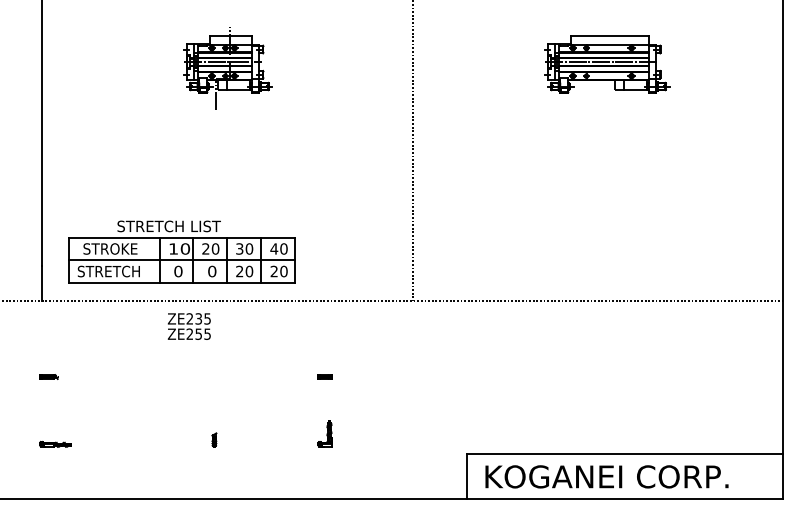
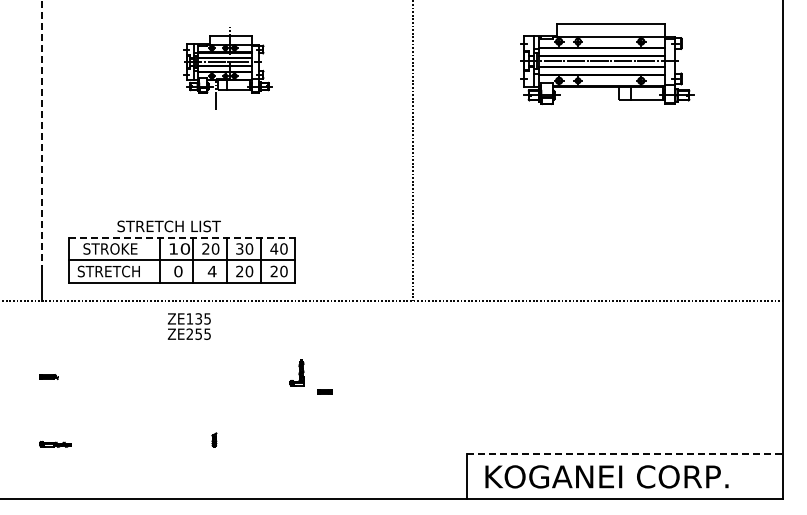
part at (607, 64) size: 127x59 px -> 175x82 px
line at (42, 133): solid -> dashed
line at (182, 237): solid -> dashed
text at (211, 271): 0 -> 4
text at (189, 318): ZE235 -> ZE135
part at (324, 376) position: (324, 376) -> (324, 391)
part at (324, 433) position: (324, 433) -> (296, 372)
line at (624, 454): solid -> dashed
